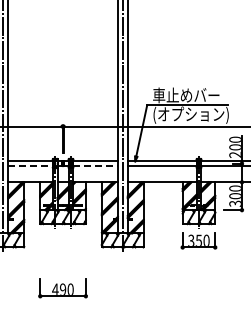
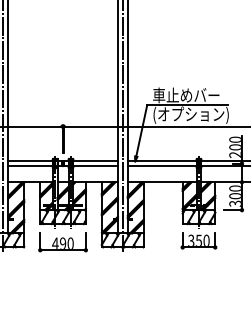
line at (31, 165): dashed -> solid
line at (96, 165): dashed -> solid
part at (62, 288) position: (62, 288) -> (62, 242)
